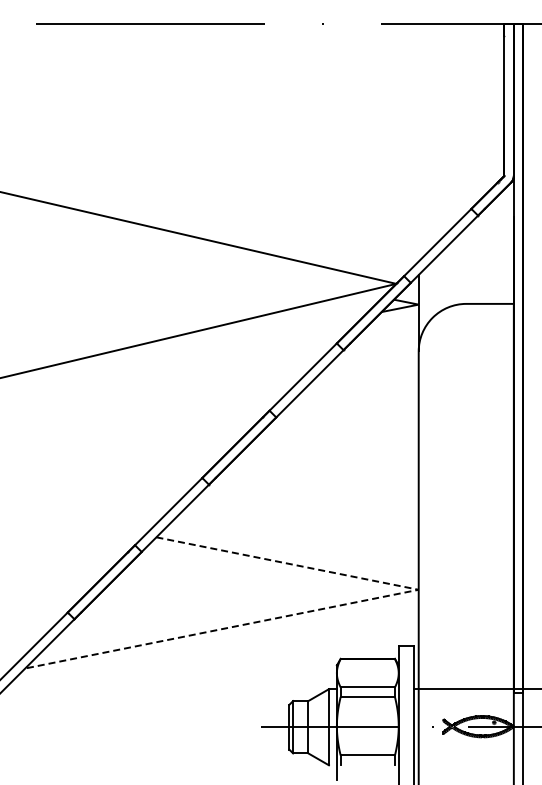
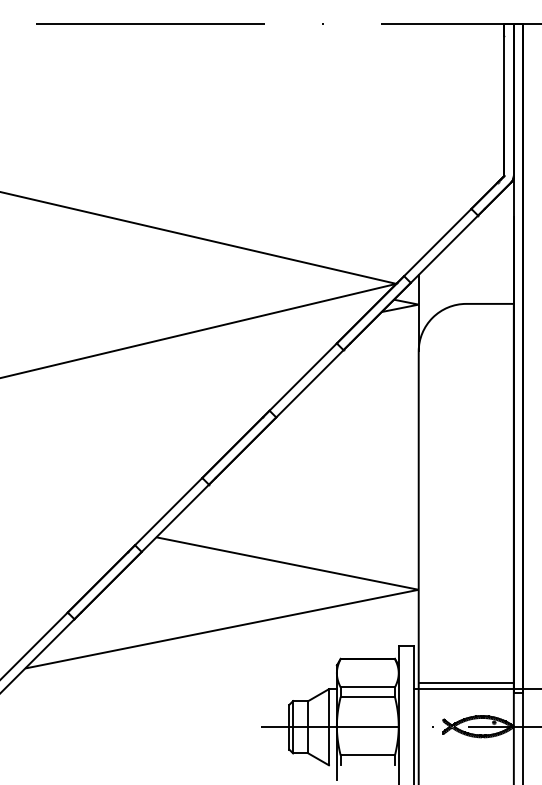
line at (353, 602): dashed -> solid
line at (465, 683): none -> present
